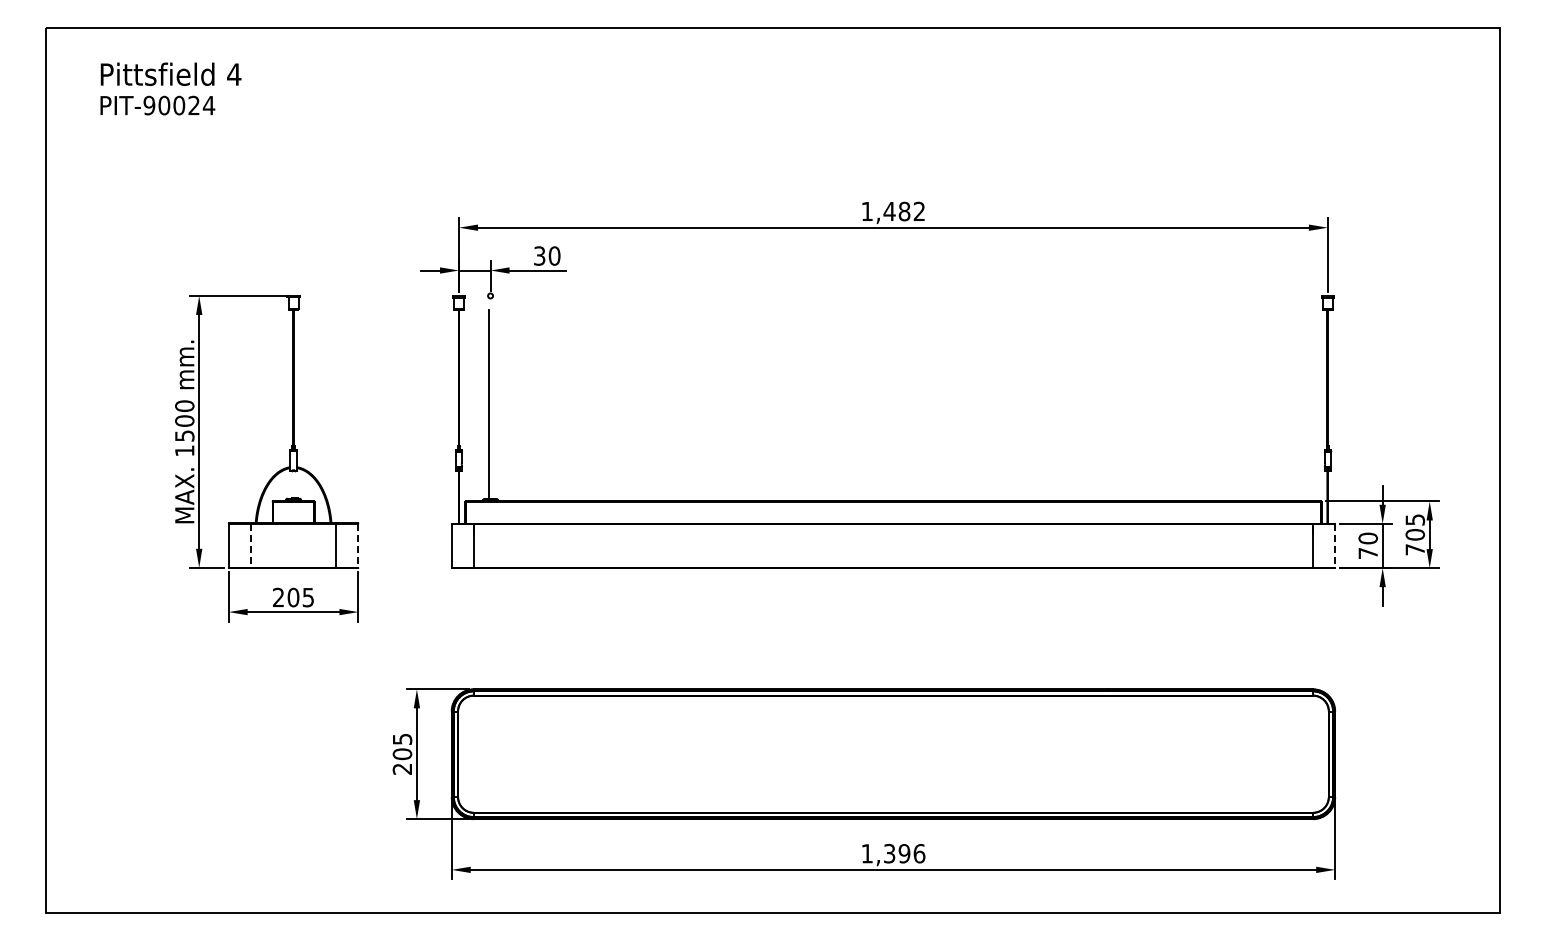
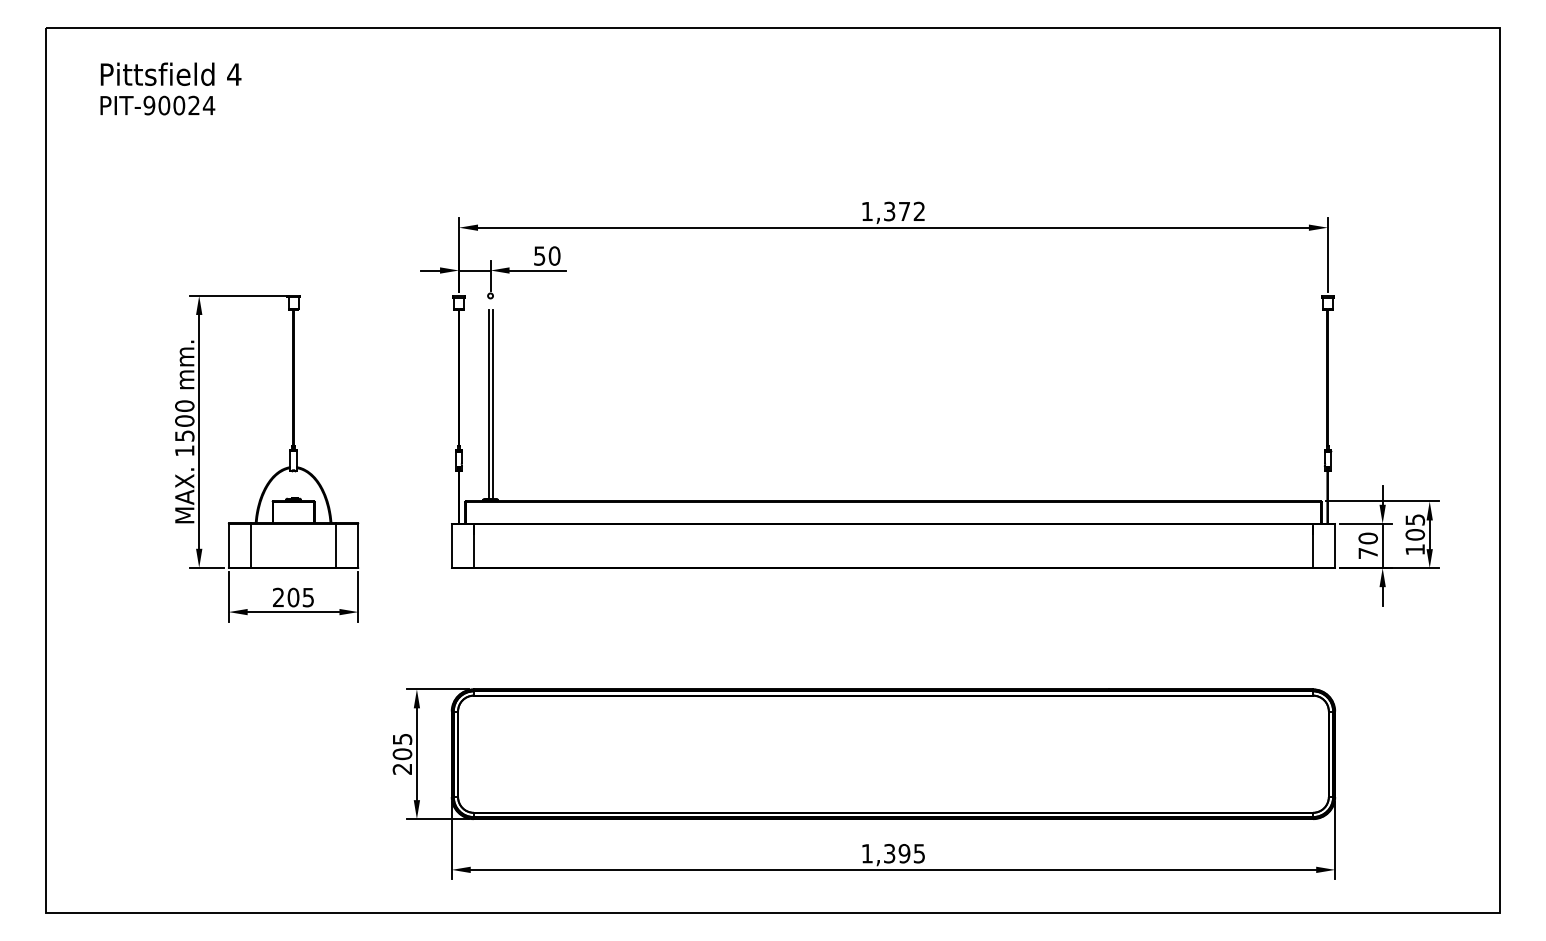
text at (896, 211): 1,482 -> 1,372
text at (539, 255): 30 -> 50
line at (492, 404): none -> present
line at (250, 545): dashed -> solid
line at (358, 545): dashed -> solid
line at (1335, 545): dashed -> solid
text at (1414, 549): 705 -> 105
text at (919, 853): 1,396 -> 1,395
